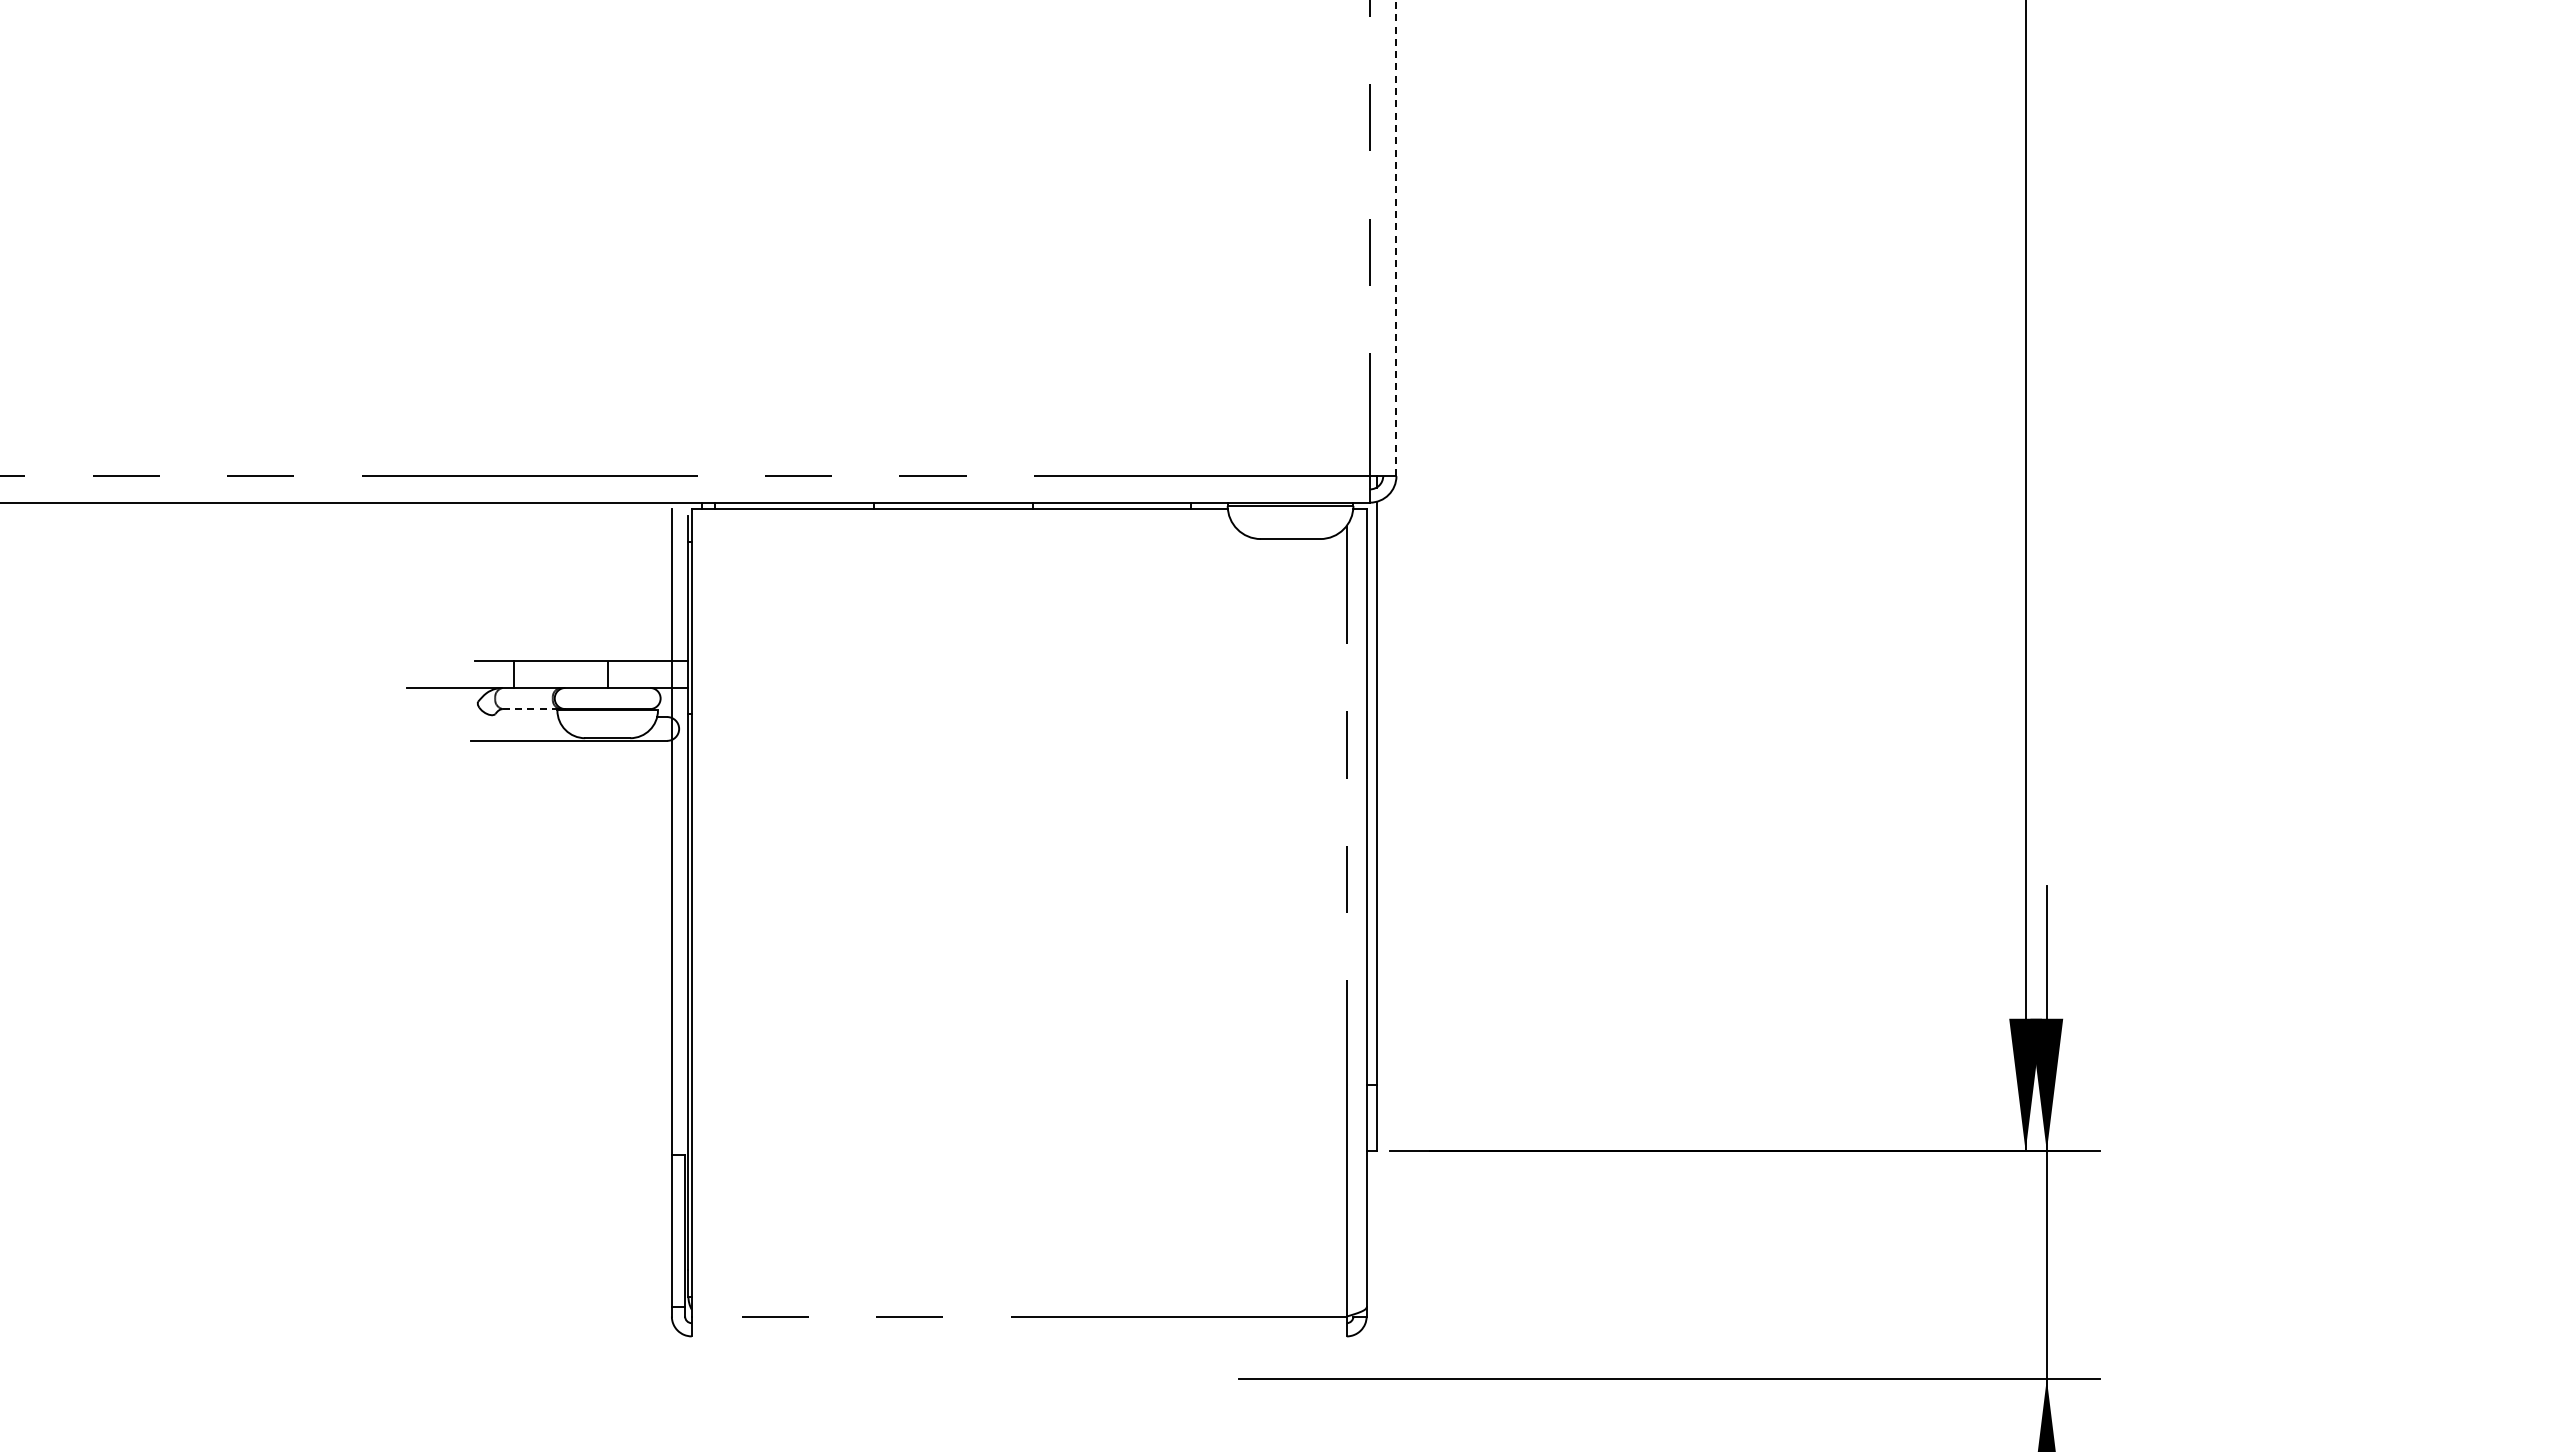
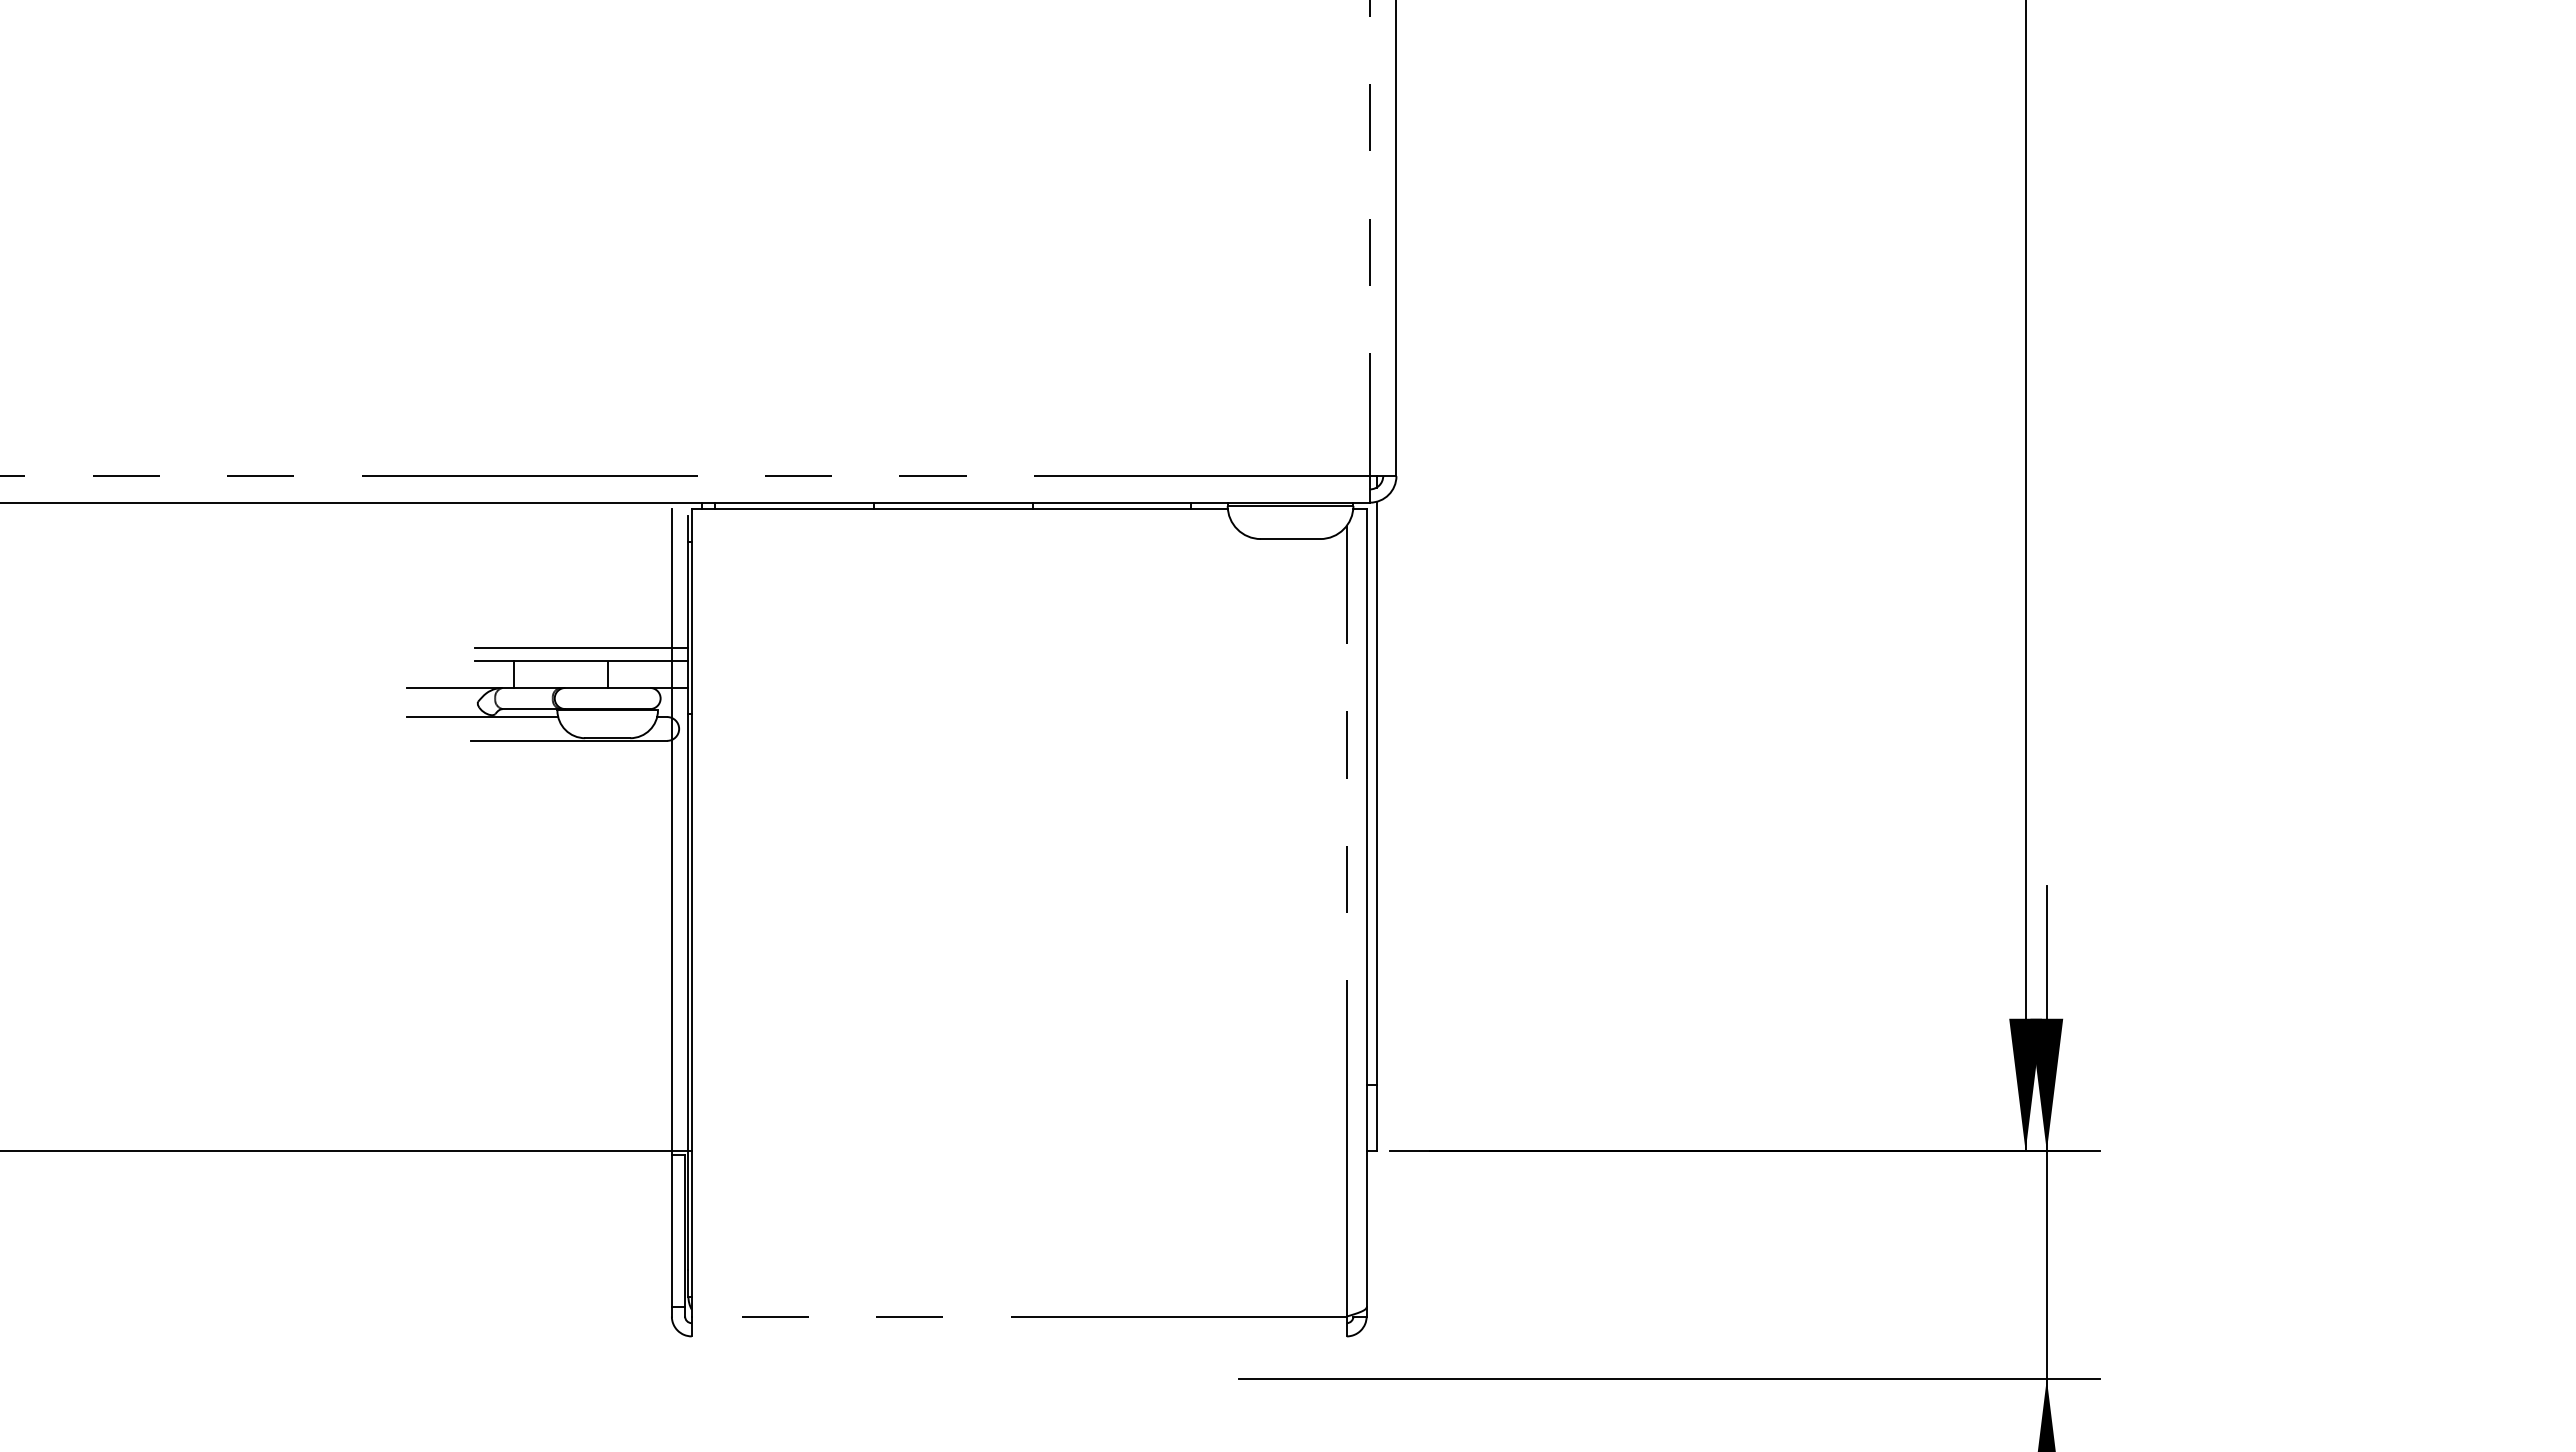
line at (1396, 238): dashed -> solid
line at (581, 648): none -> present
line at (531, 709): dashed -> solid
line at (482, 717): none -> present
line at (346, 1151): none -> present
